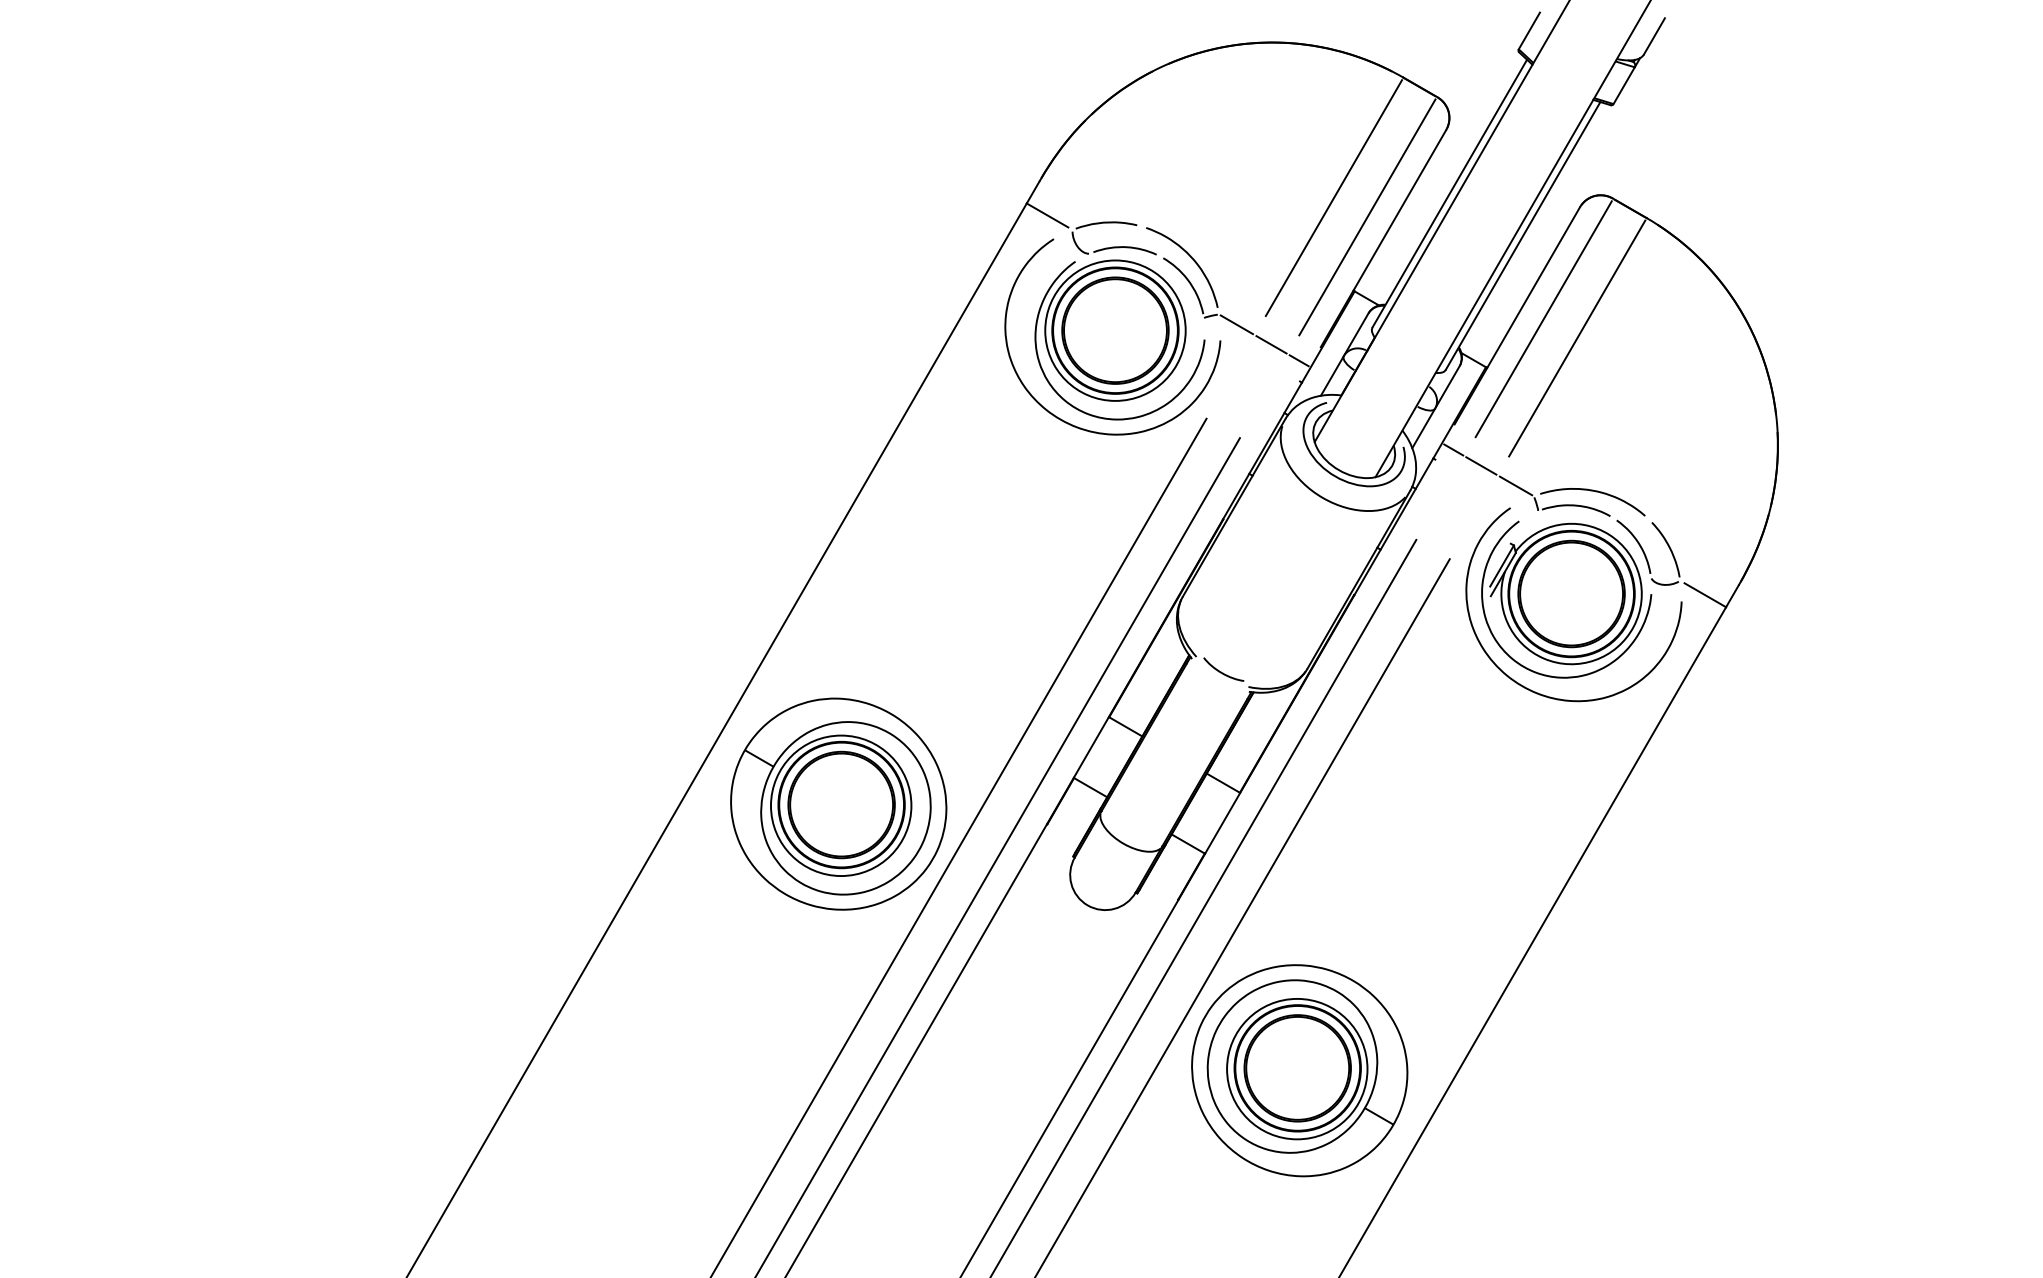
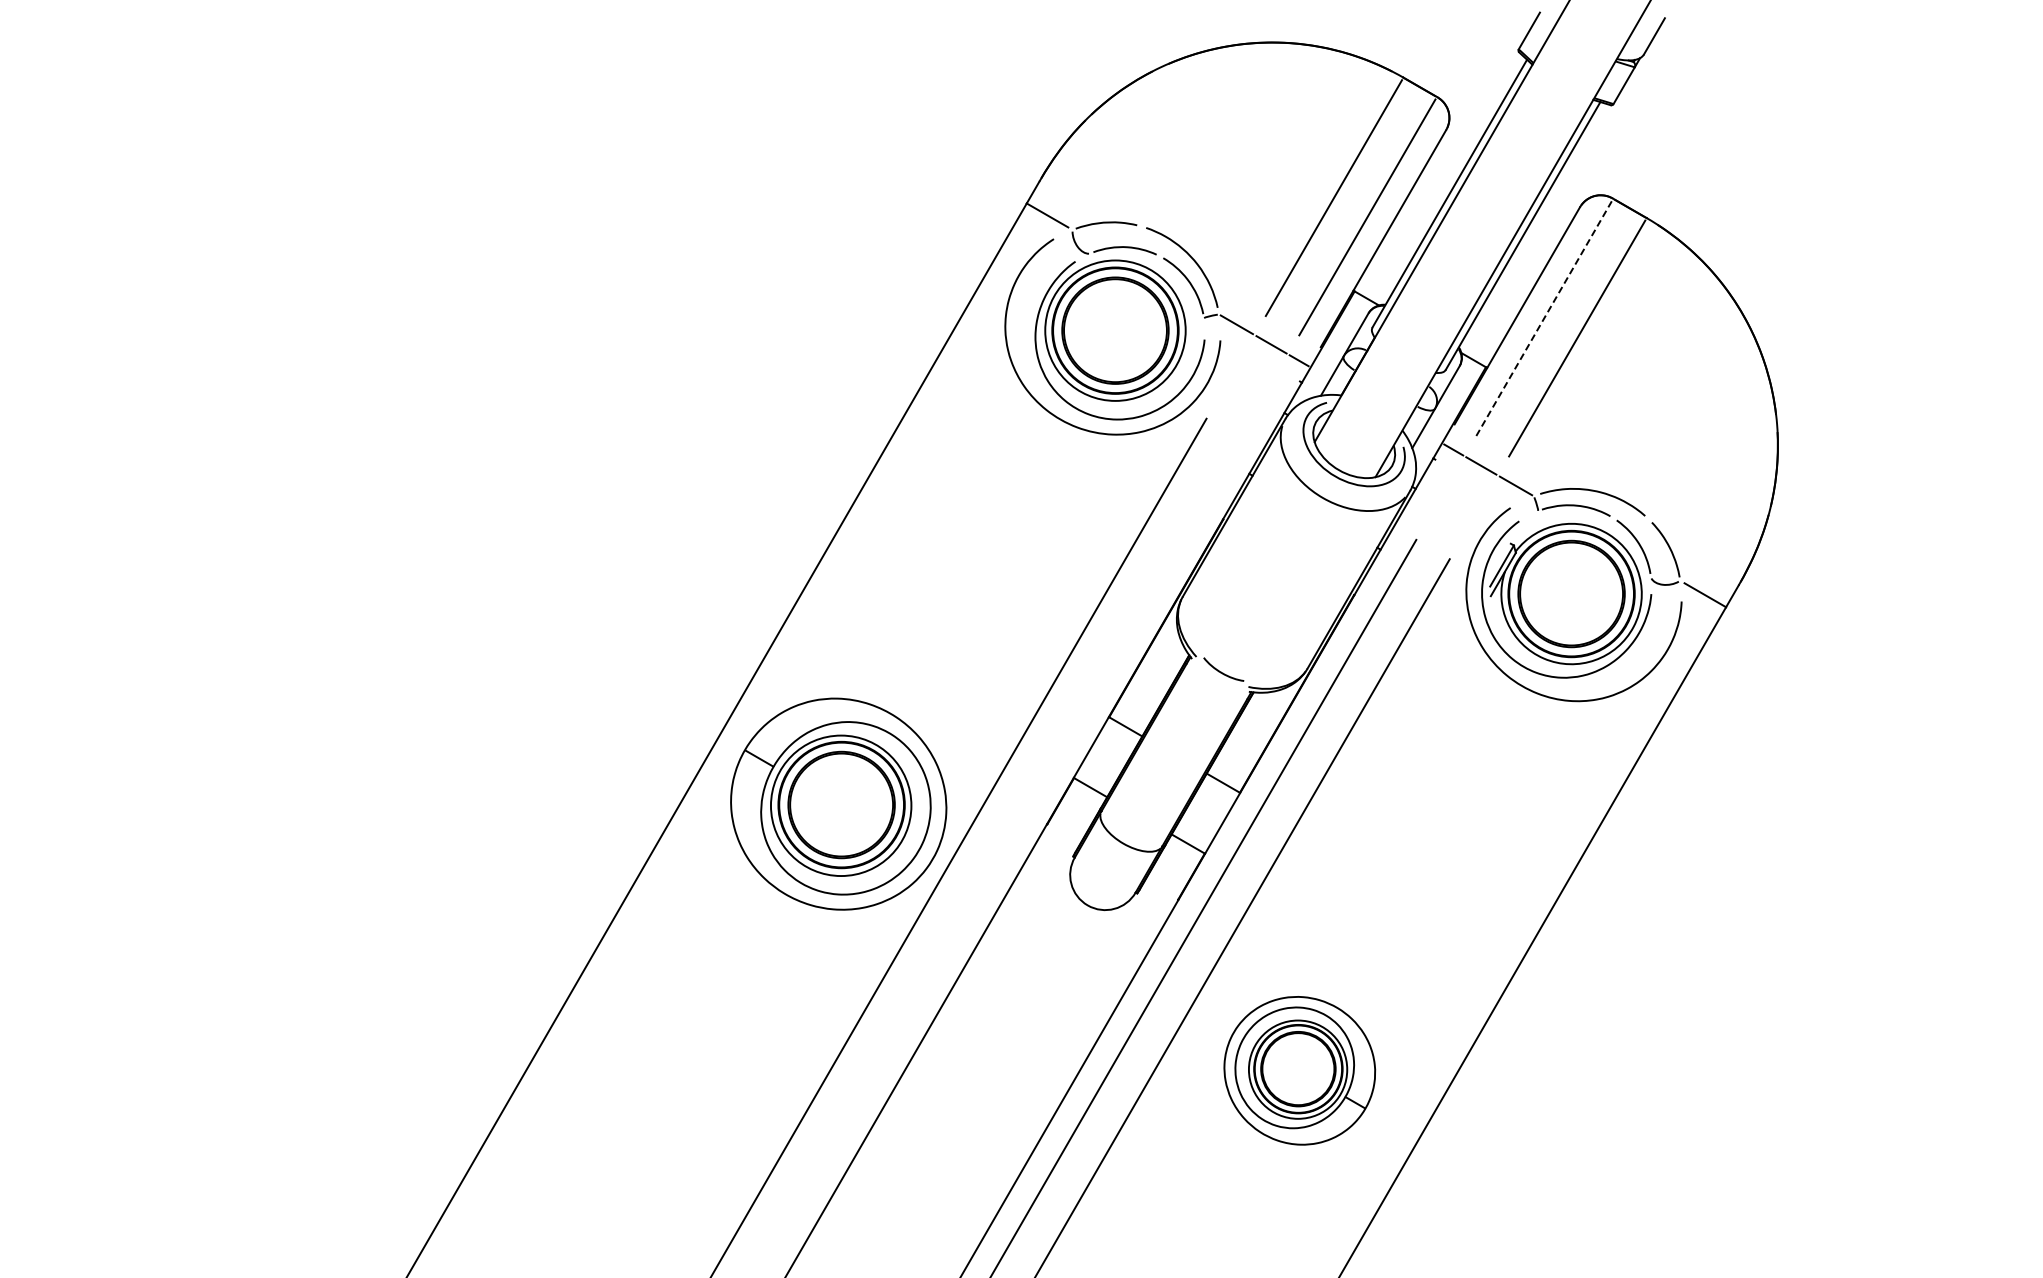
line at (1543, 319): solid -> dashed
line at (998, 856): present -> none
part at (1299, 1070) size: 218x214 px -> 154x150 px
